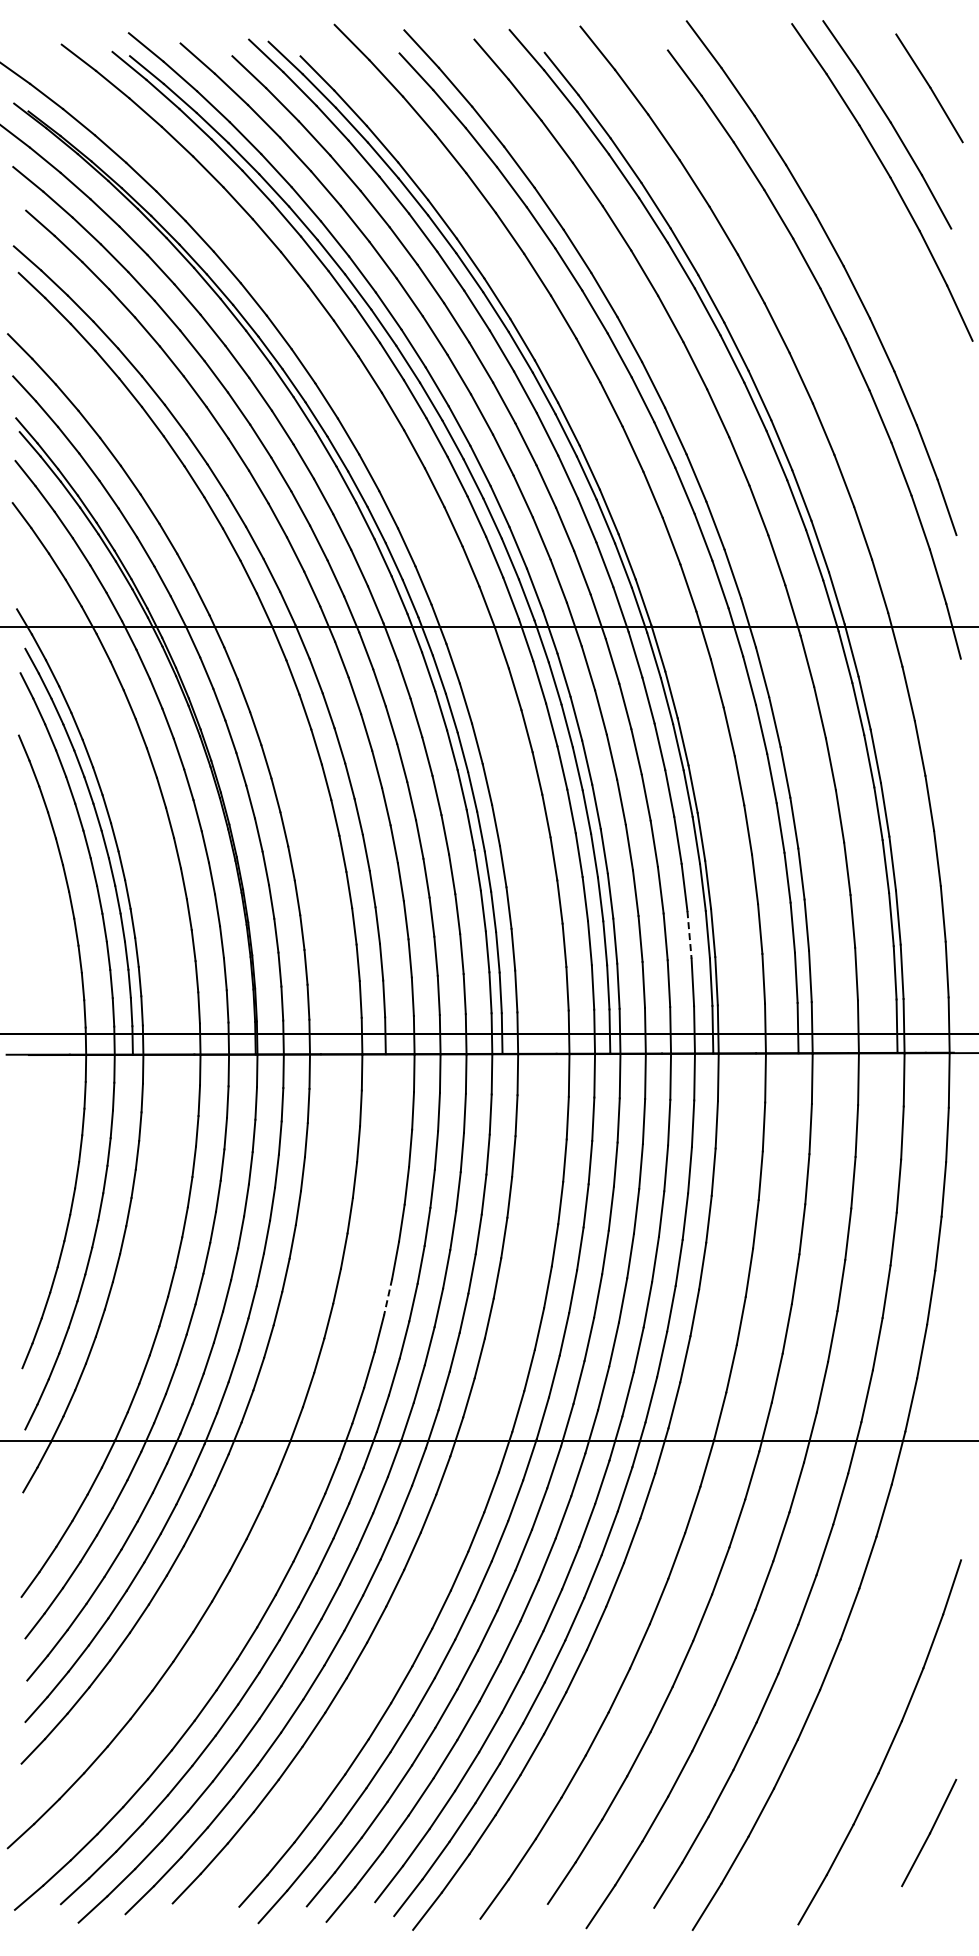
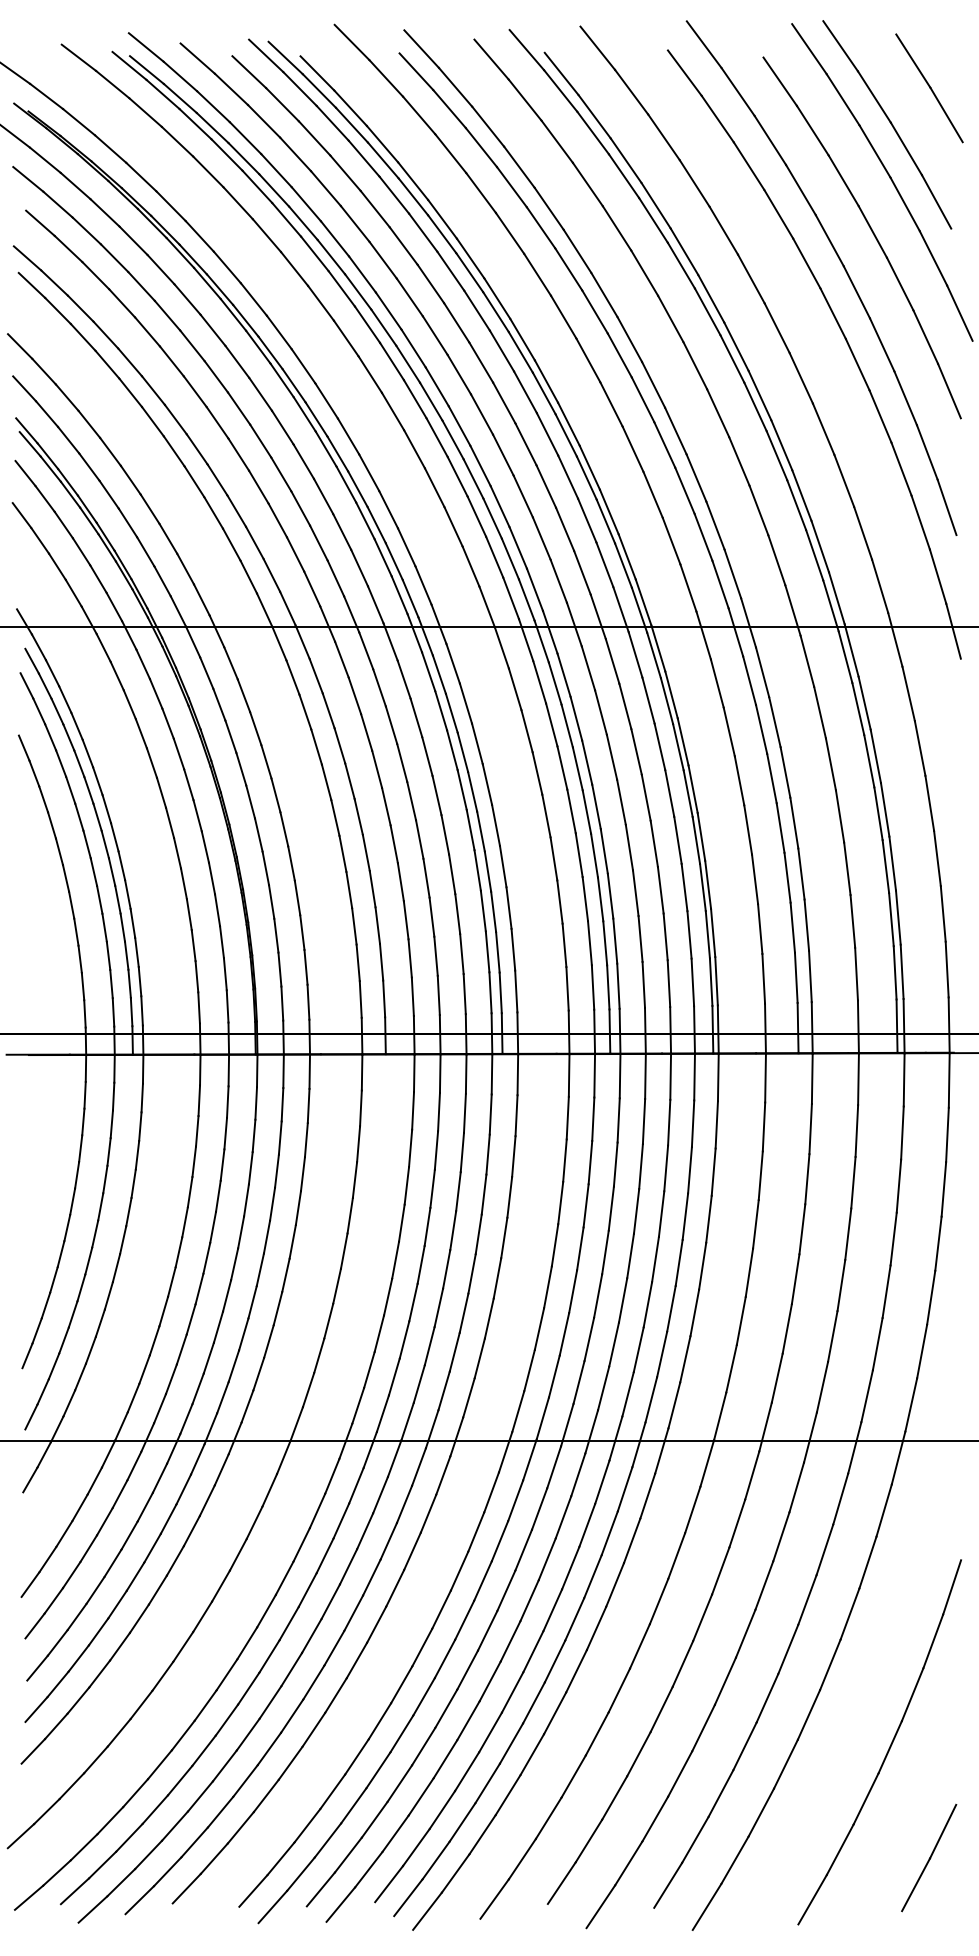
part at (871, 231): none -> present
line at (689, 934): dashed -> solid
line at (388, 1297): dashed -> solid
part at (929, 1832) position: (929, 1832) -> (929, 1857)
